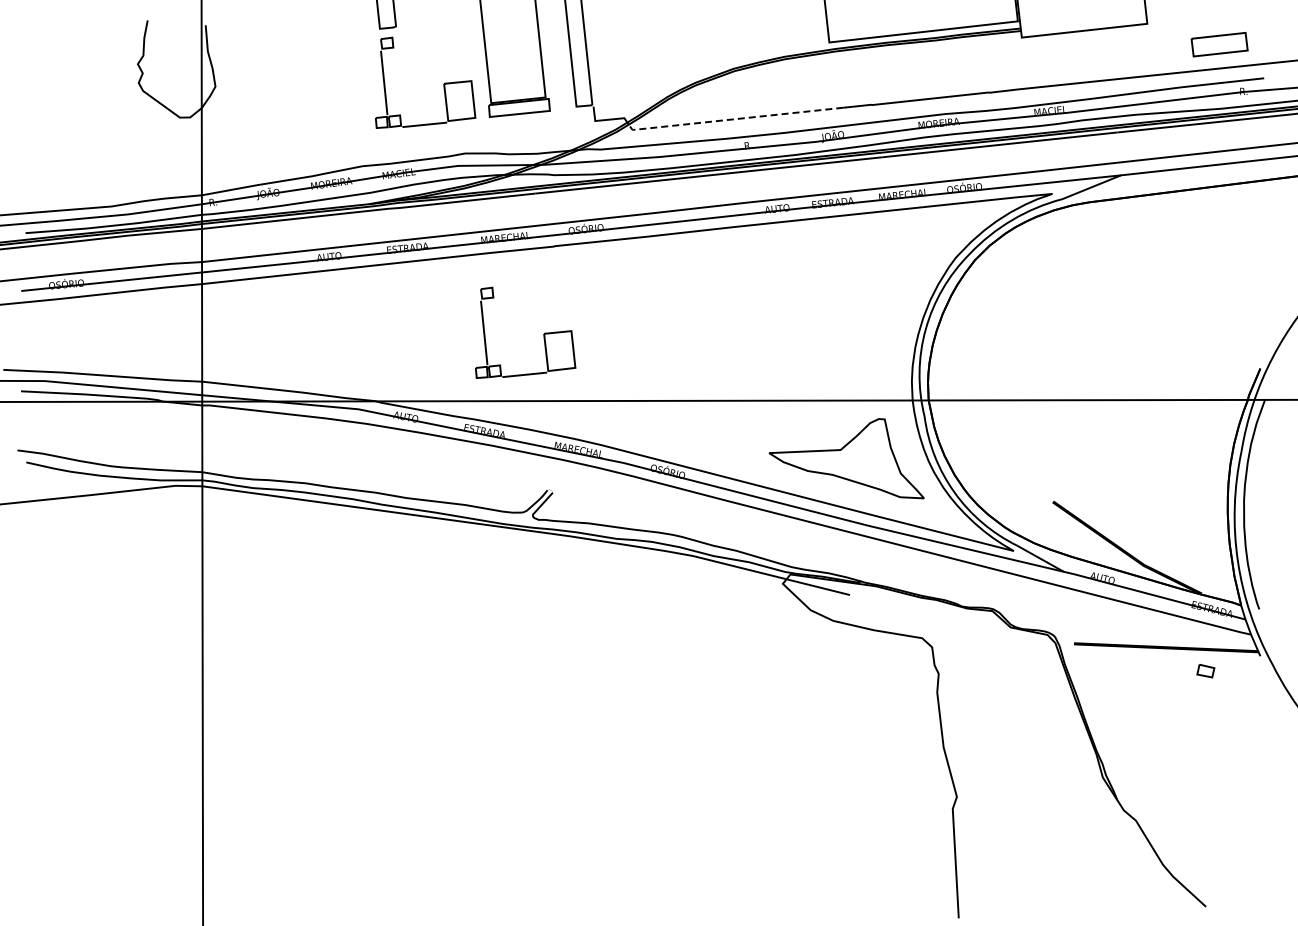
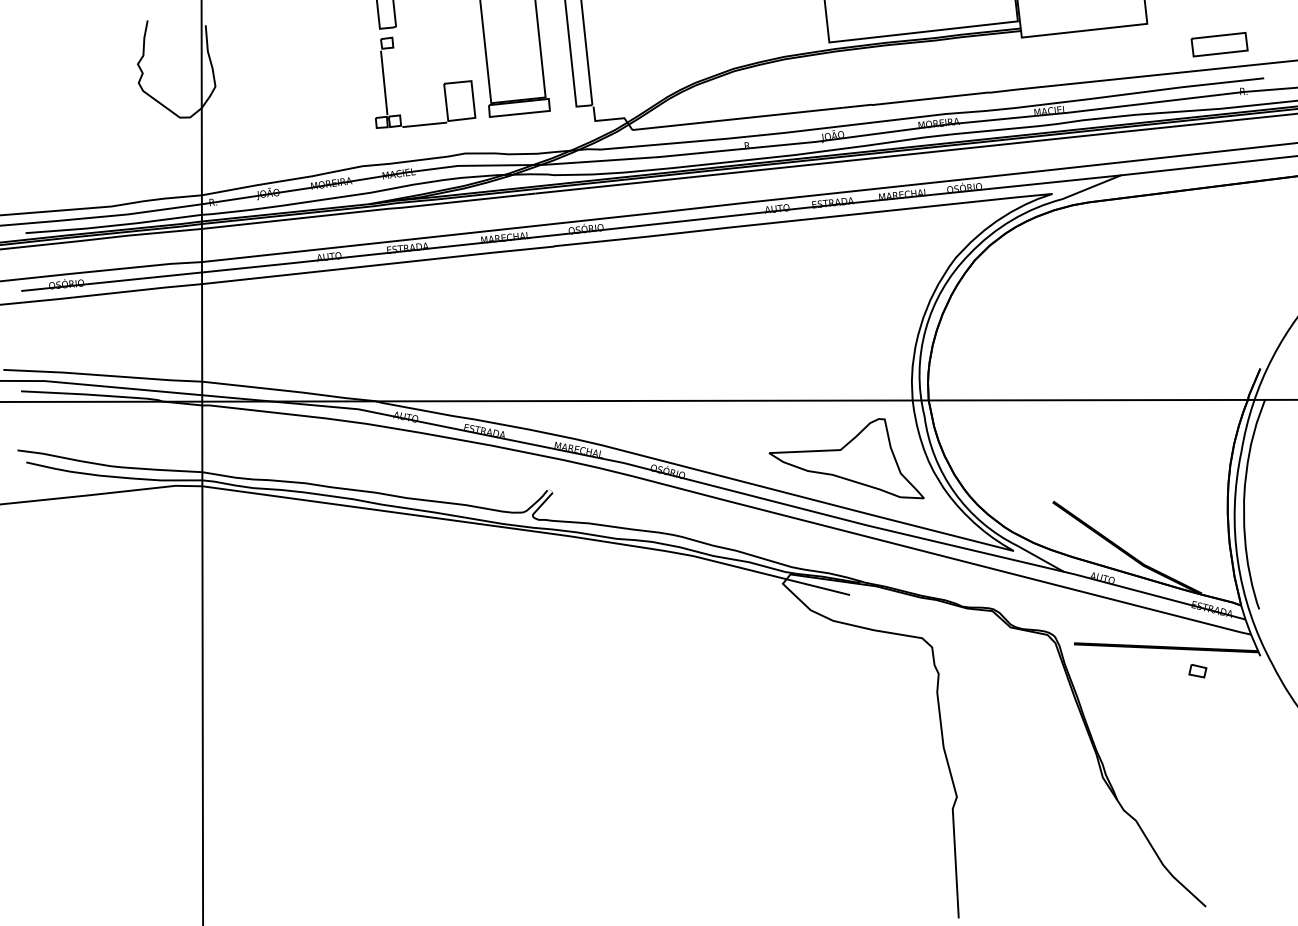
line at (733, 119): dashed -> solid
part at (543, 334): present -> none
part at (1205, 671) position: (1205, 671) -> (1197, 671)
